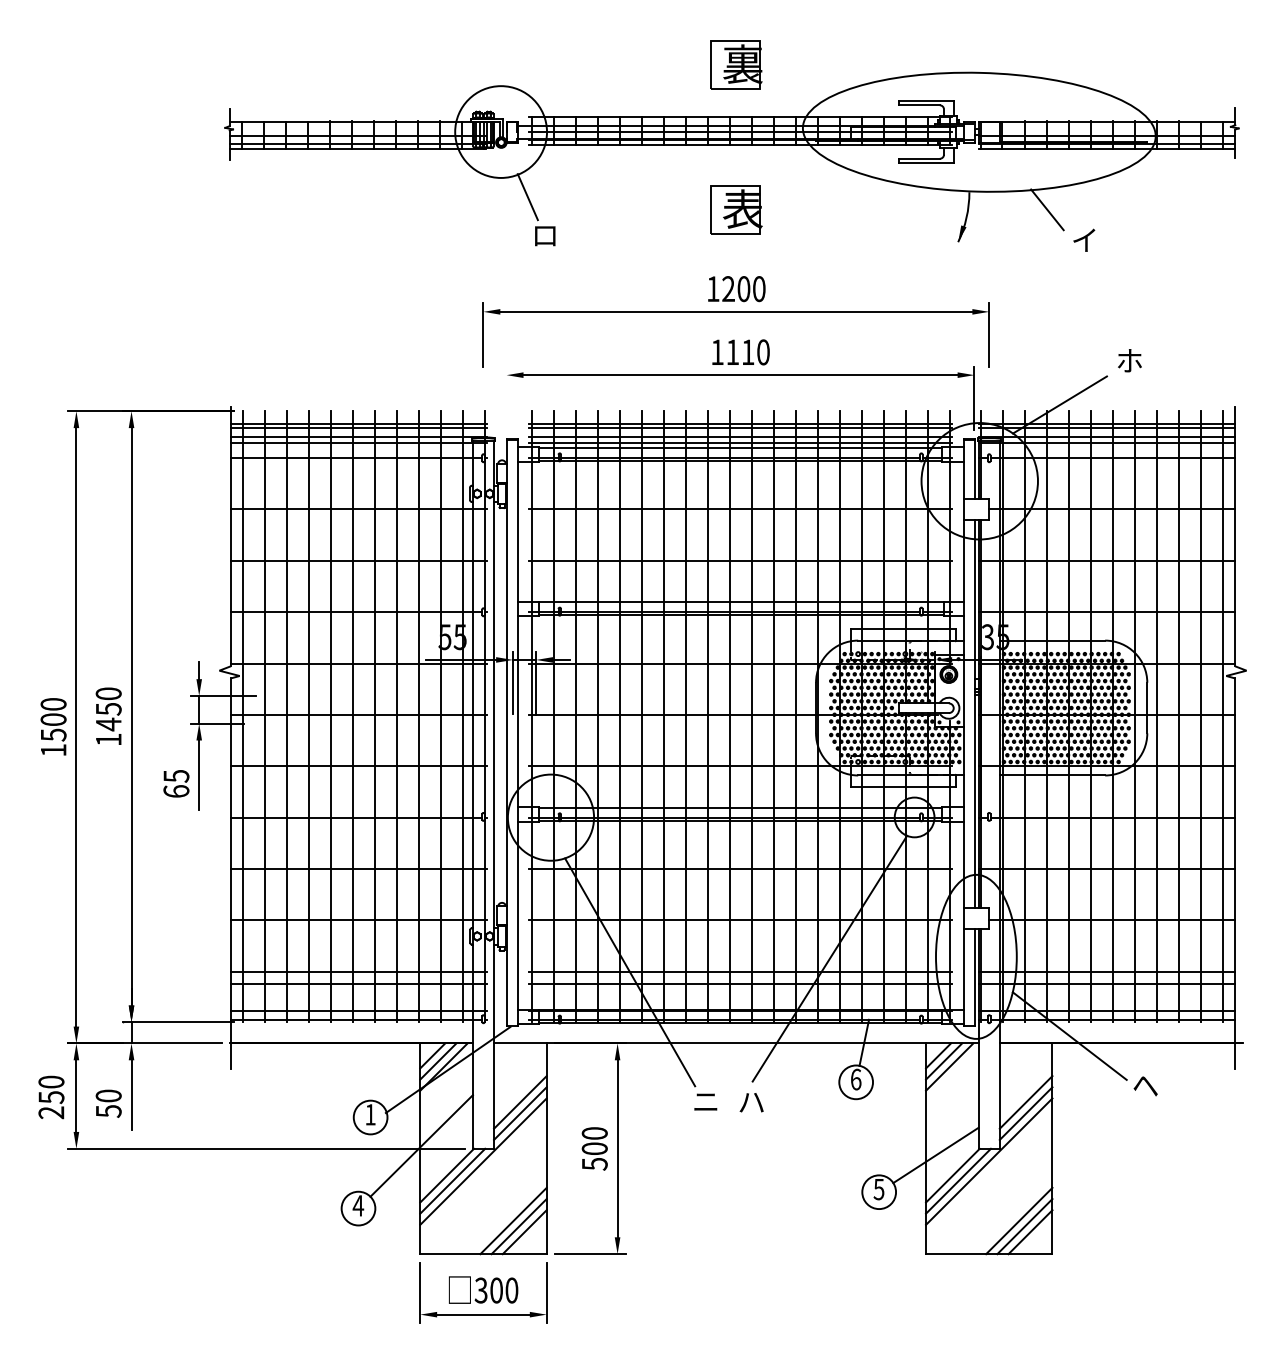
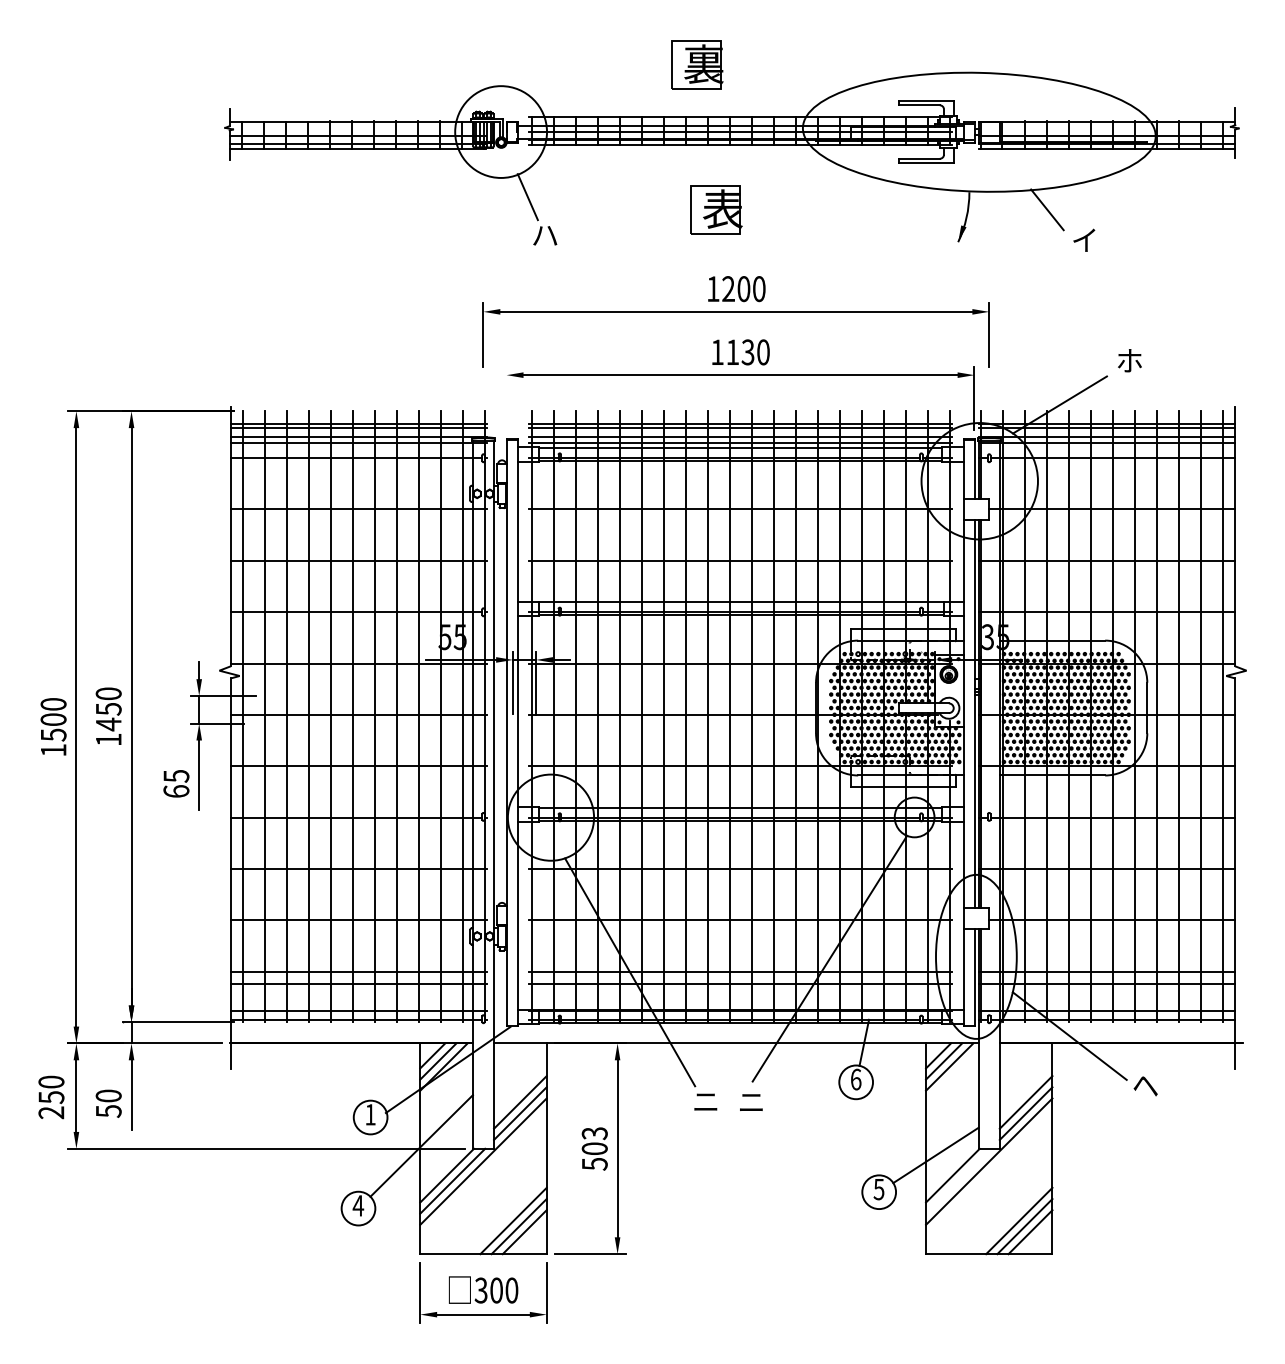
part at (736, 64) position: (736, 64) -> (697, 64)
part at (736, 209) position: (736, 209) -> (716, 209)
text at (545, 236): ロ -> ハ
text at (747, 352): 1110 -> 1130
text at (751, 1102): ハ -> ニ
text at (594, 1133): 500 -> 503
line at (958, 1180): present -> none
